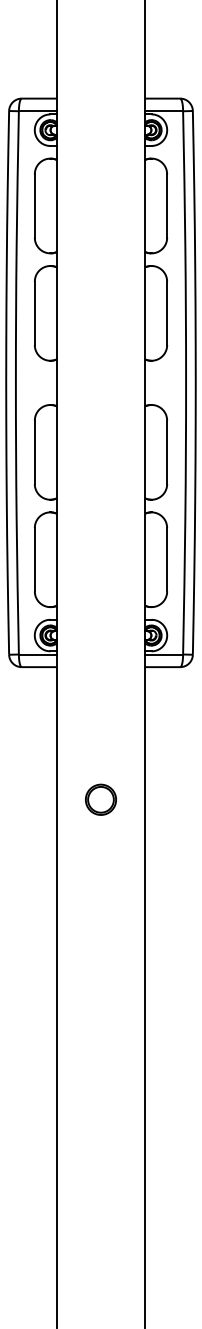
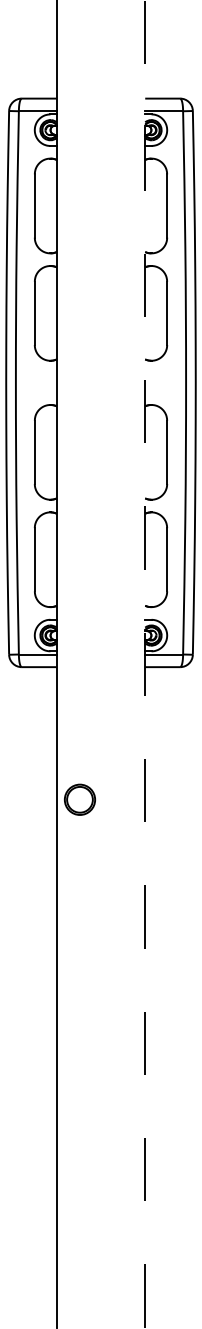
line at (145, 663): solid -> dashed
part at (100, 799) position: (100, 799) -> (79, 799)
